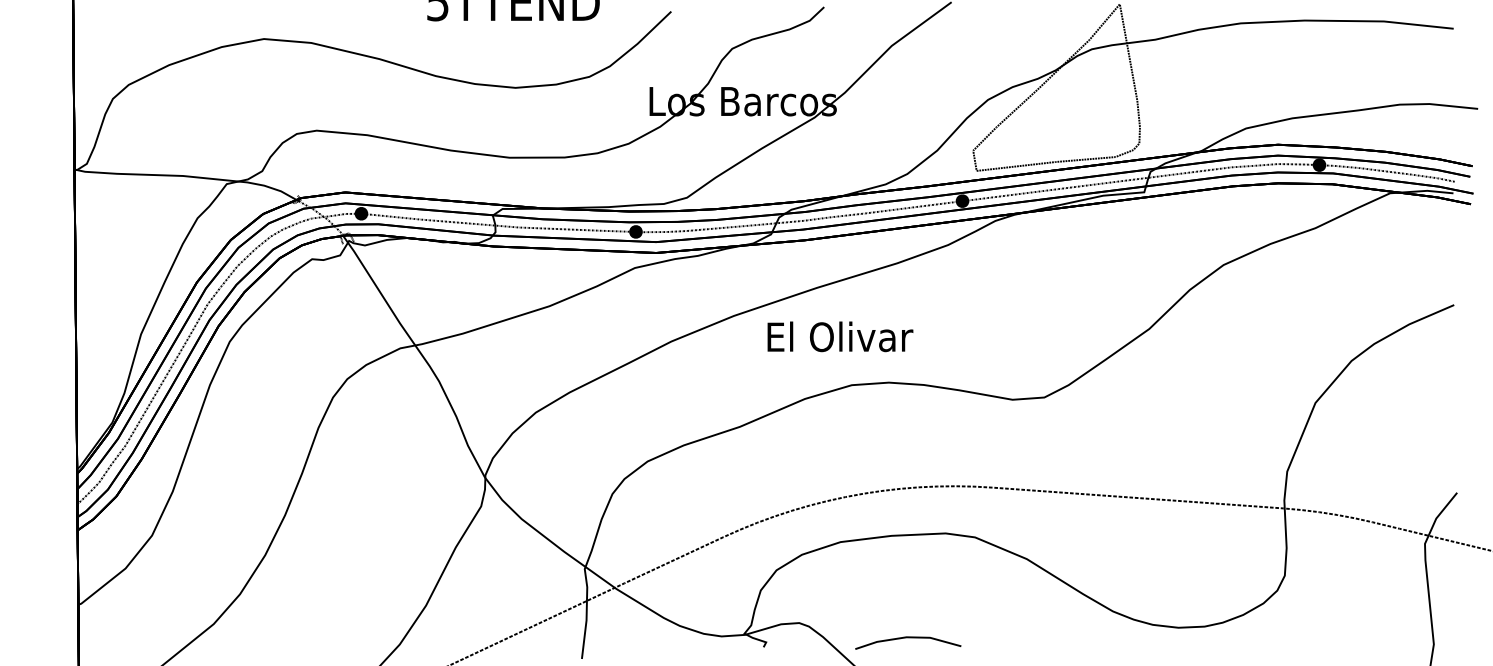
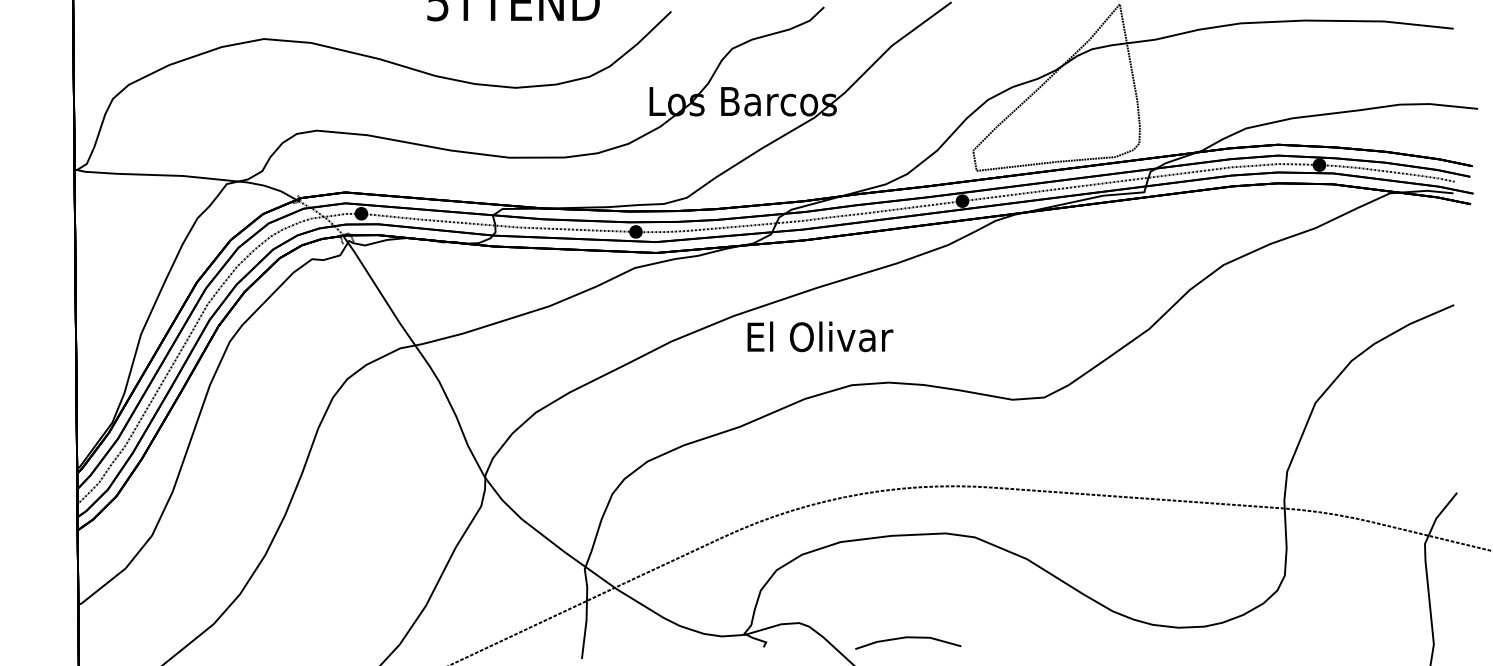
text at (840, 336) position: (840, 336) -> (820, 336)
